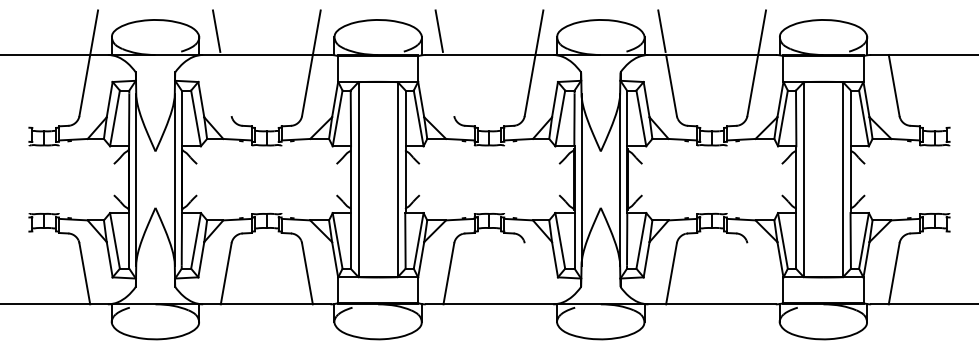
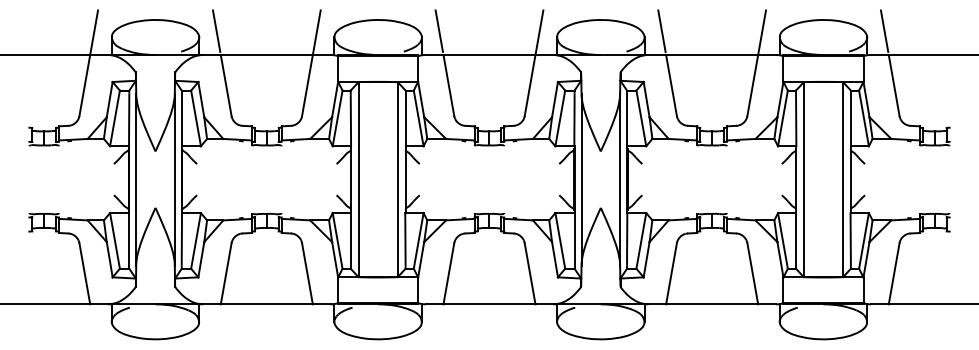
line at (884, 30): none -> present
line at (225, 85): none -> present
line at (448, 85): none -> present
line at (529, 273): none -> present
line at (752, 273): none -> present
